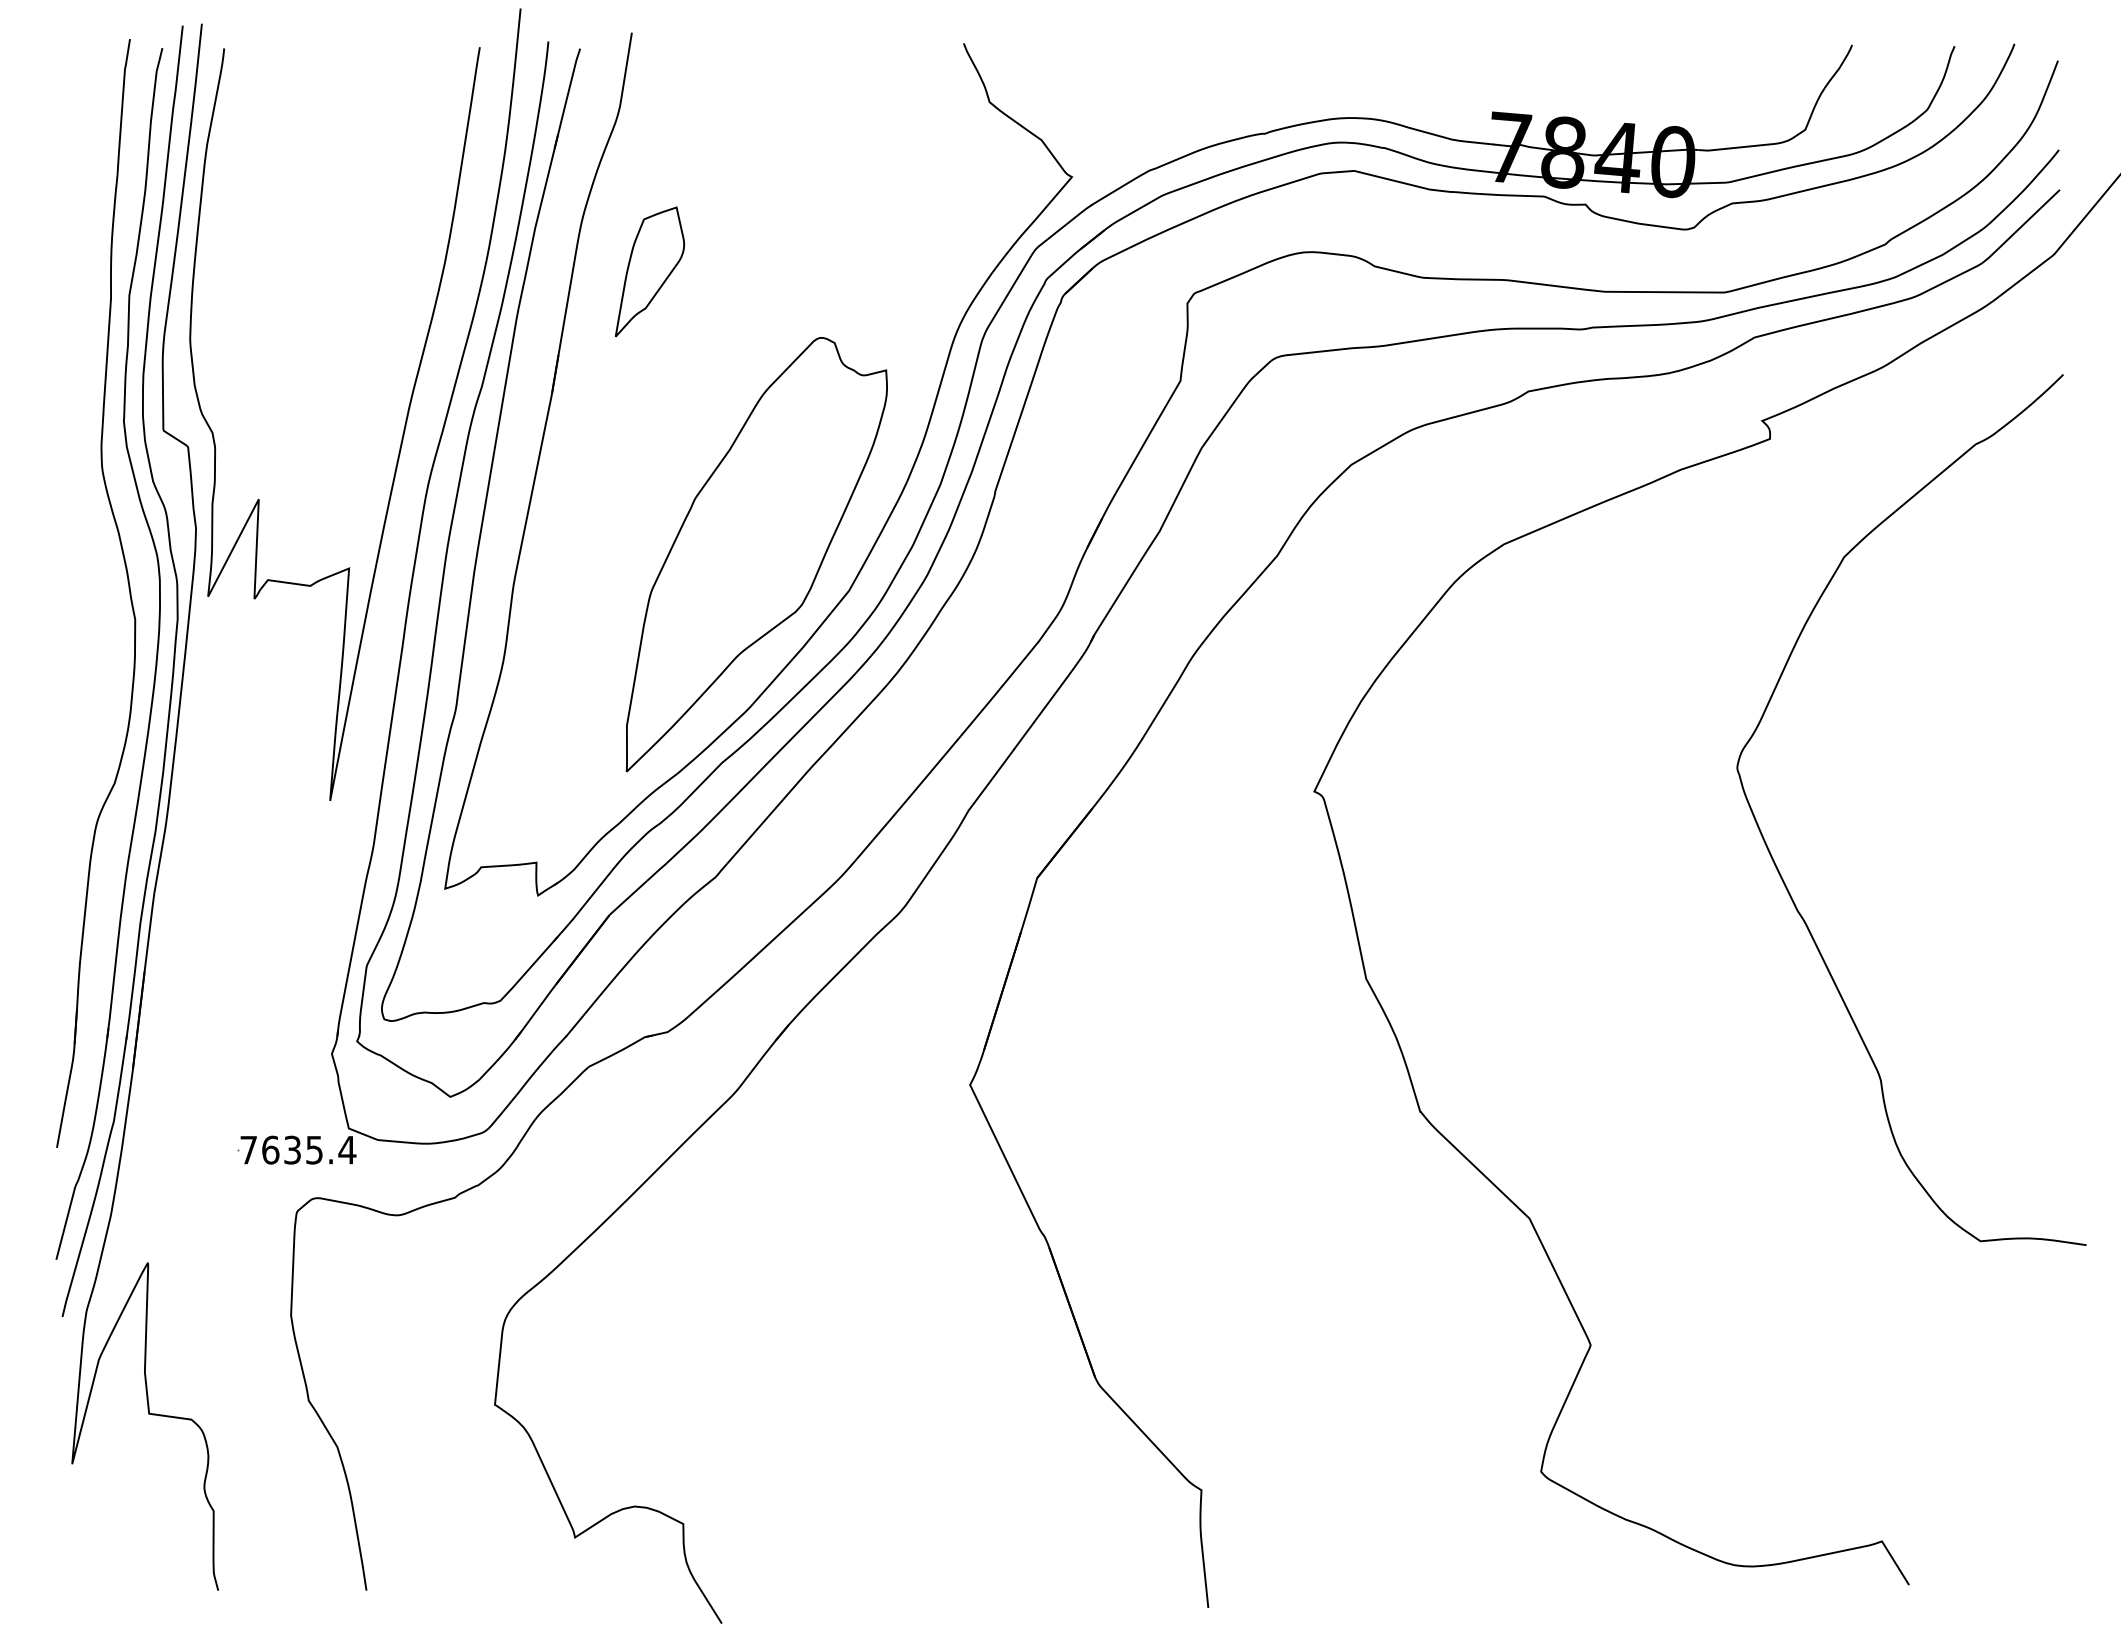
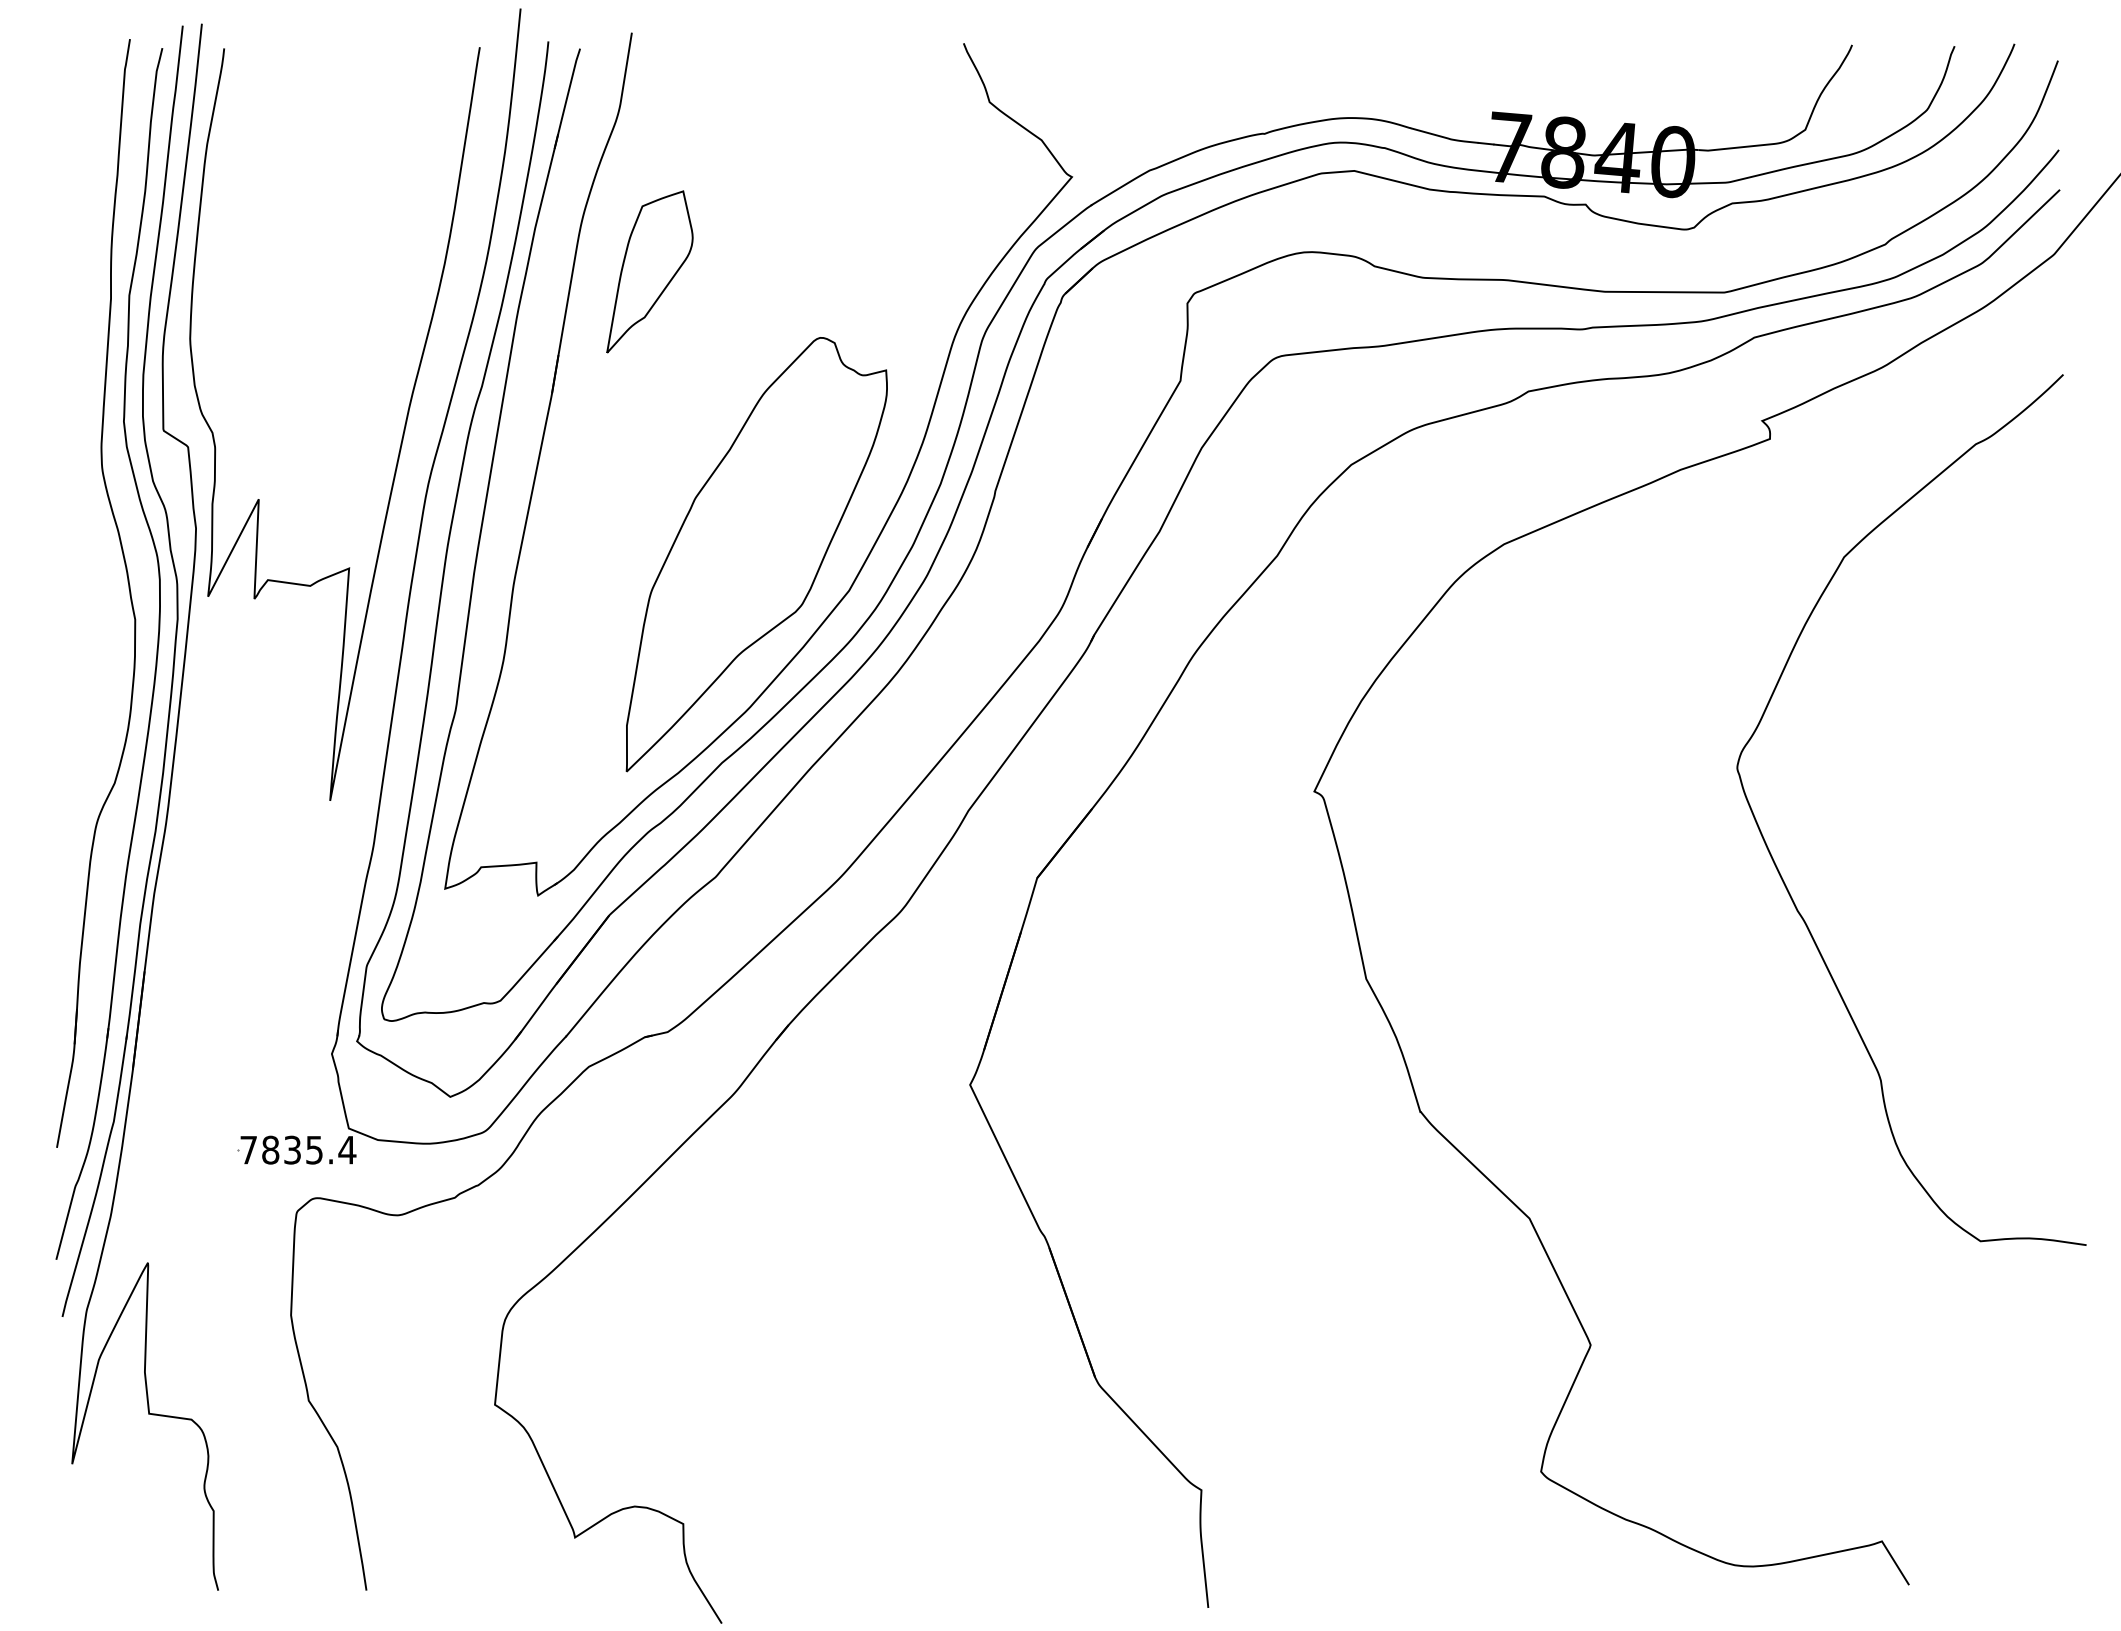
part at (650, 271) size: 71x132 px -> 88x164 px
text at (270, 1149): 7635.4 -> 7835.4
